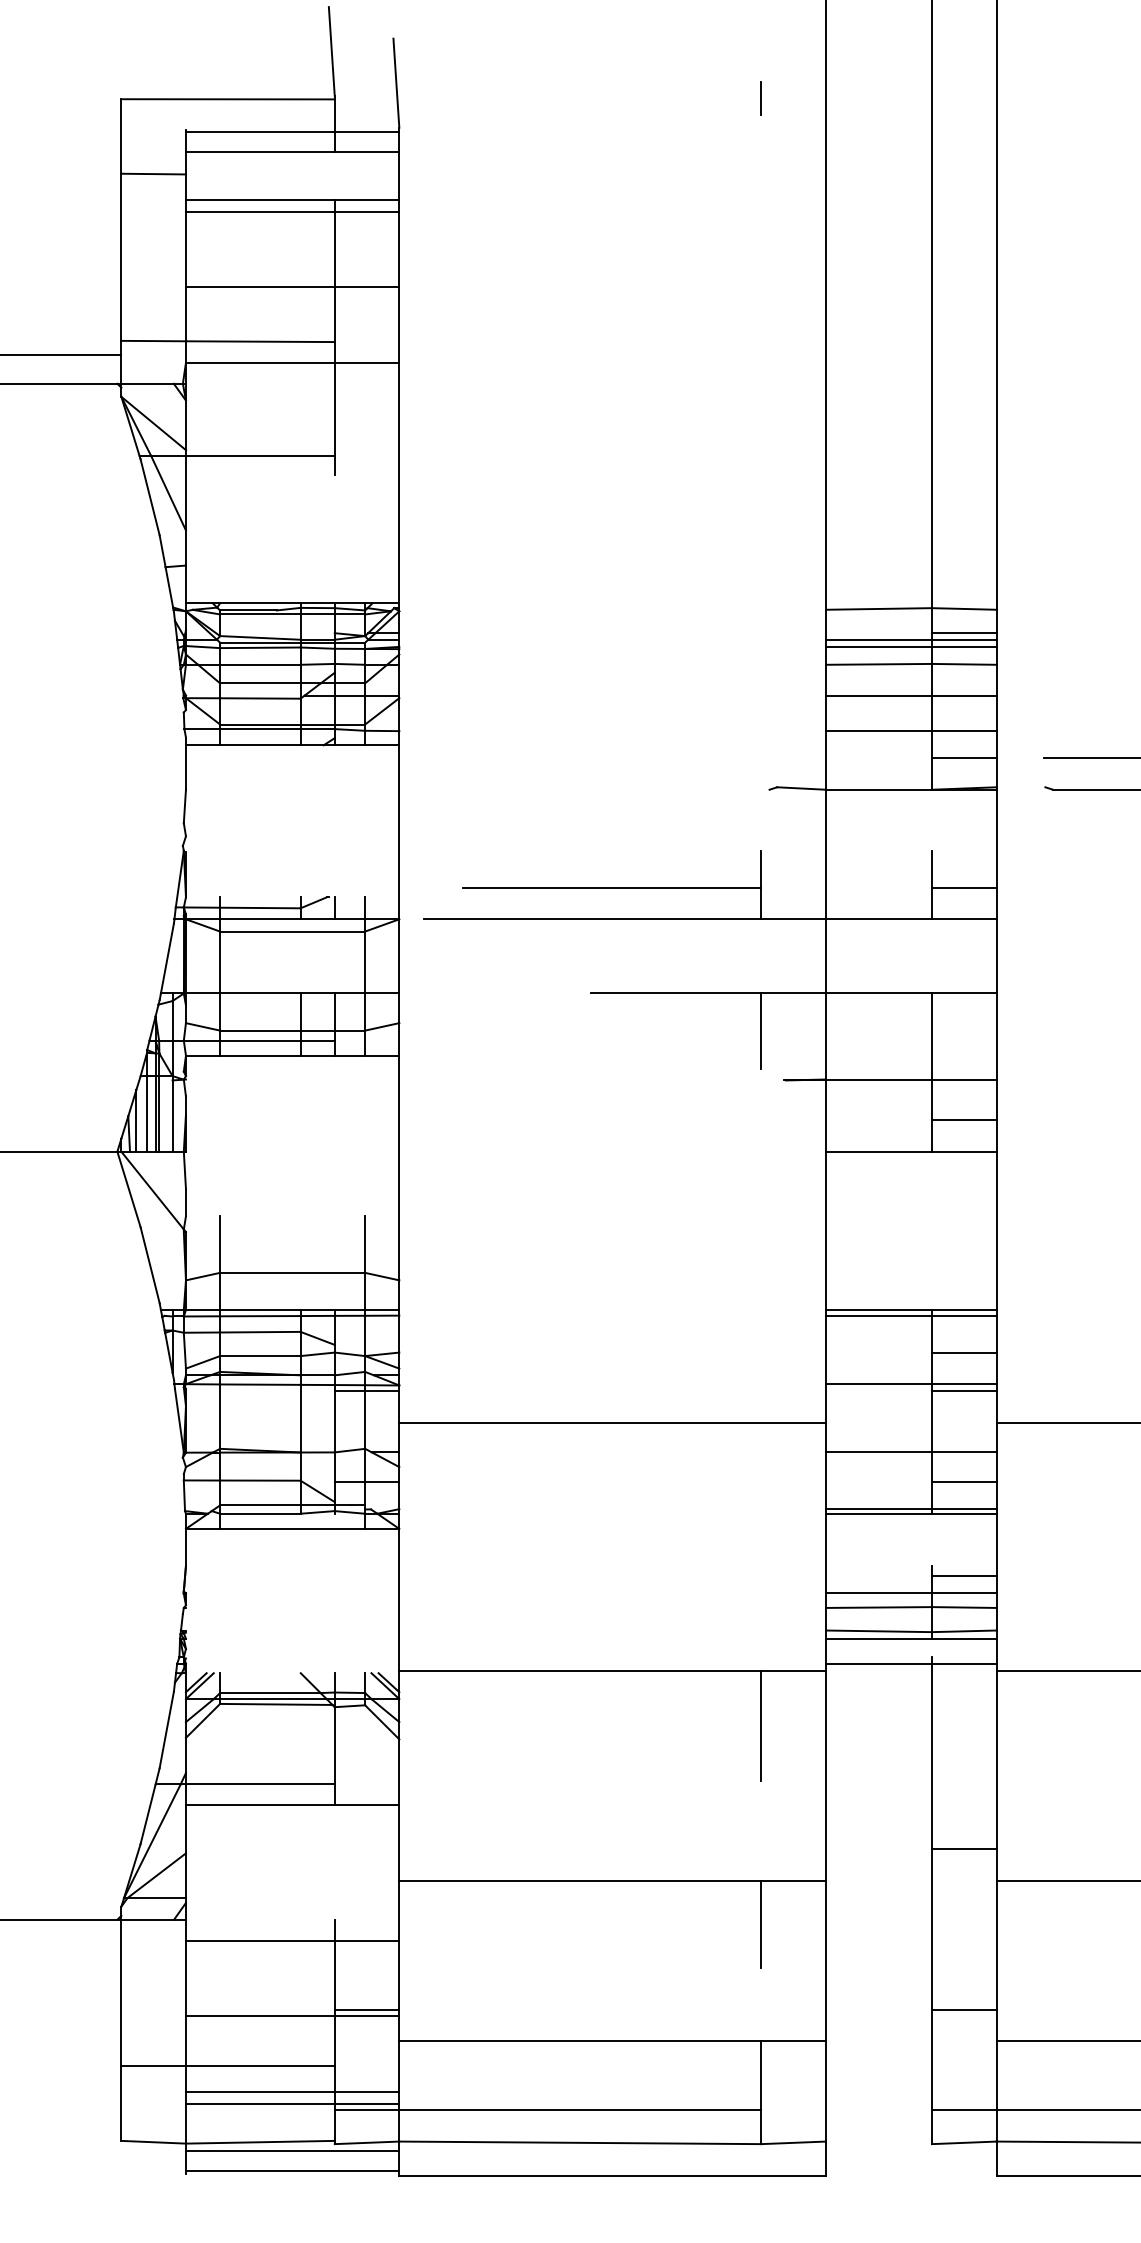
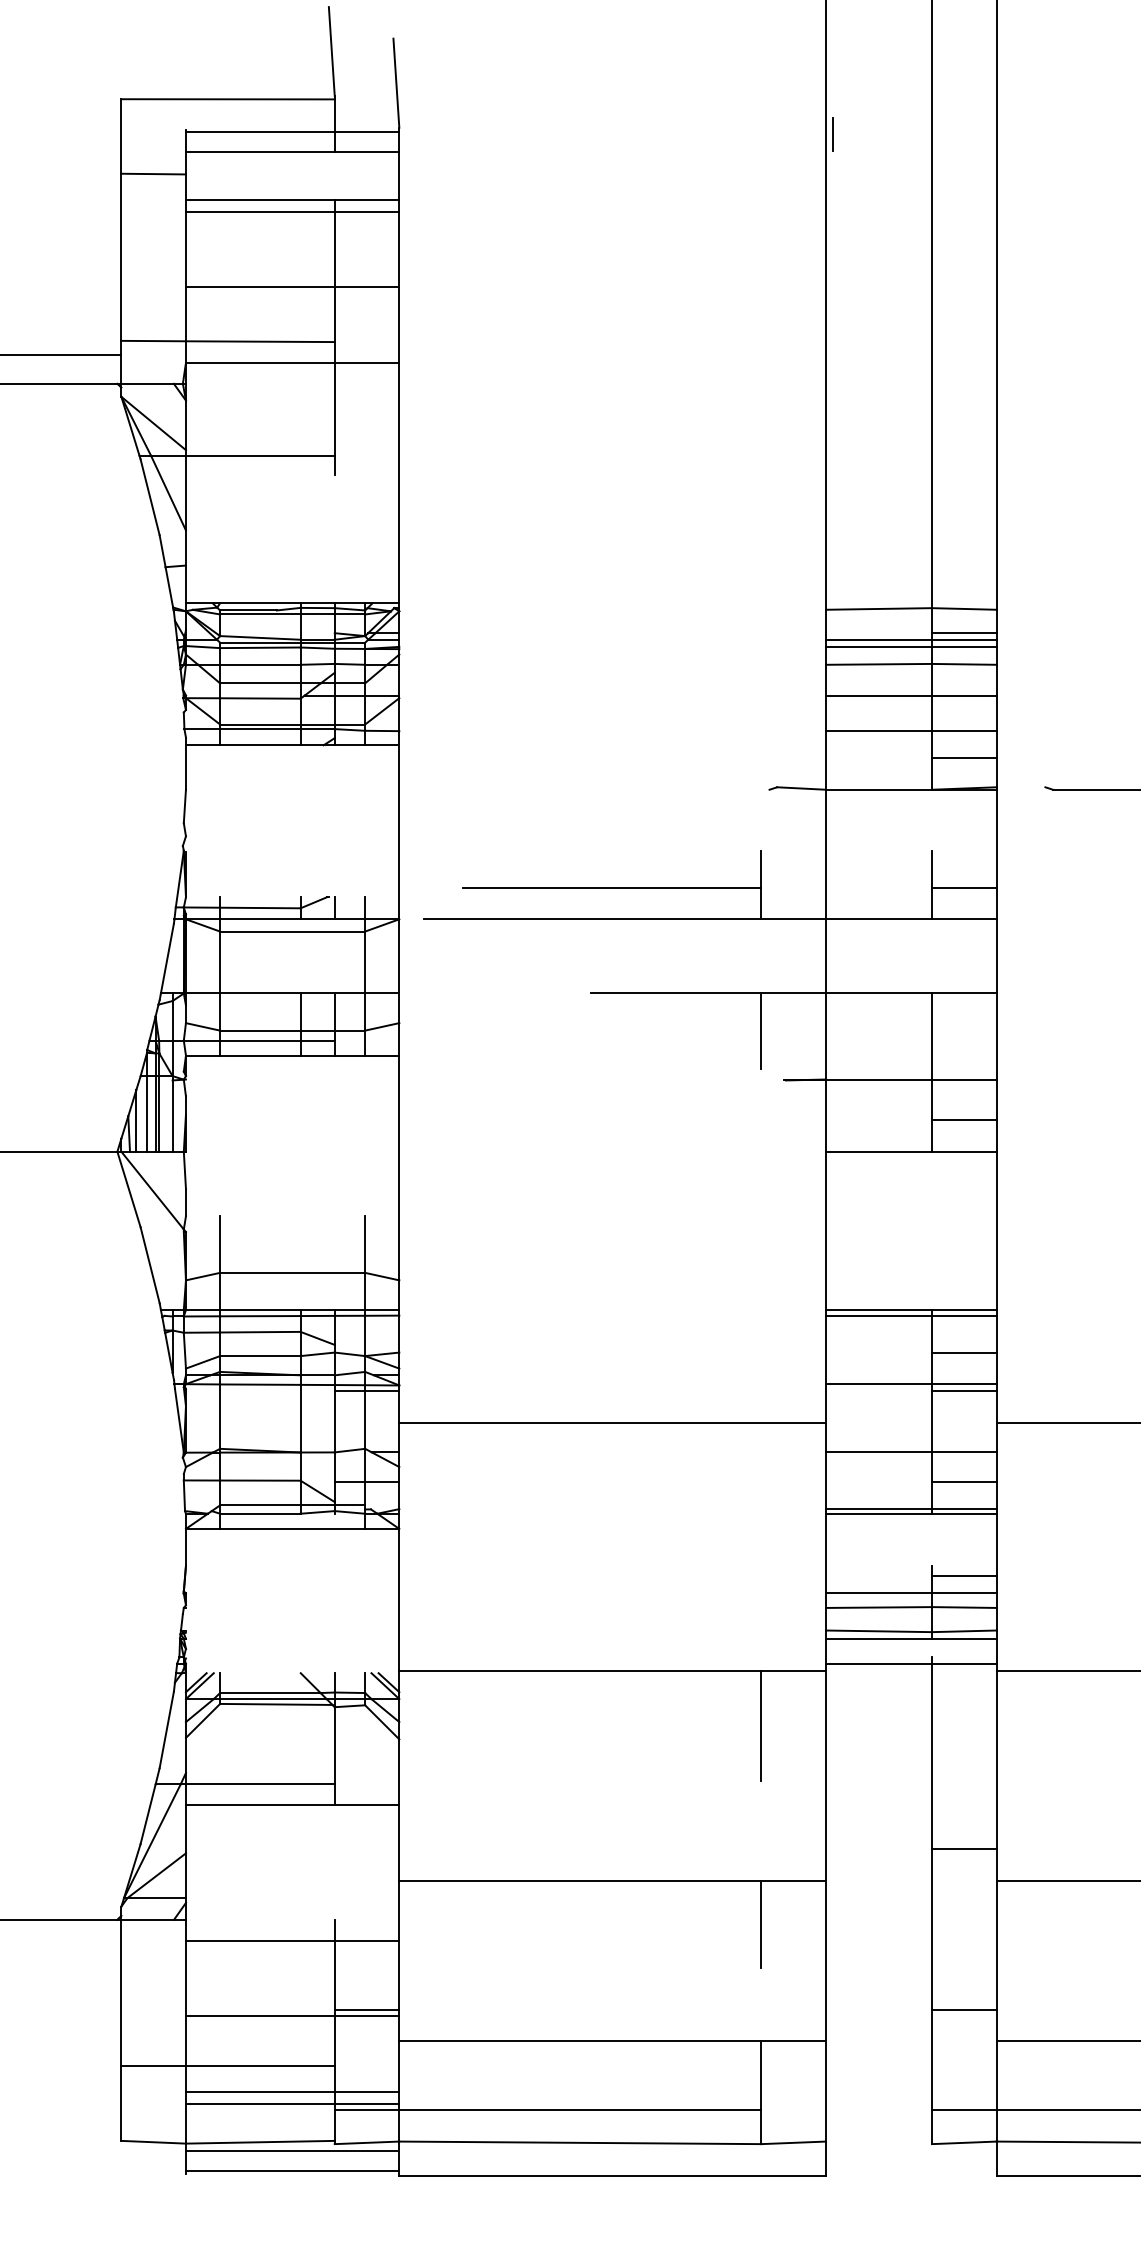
line at (760, 98) position: (760, 98) -> (832, 134)
line at (1090, 758): present -> none
